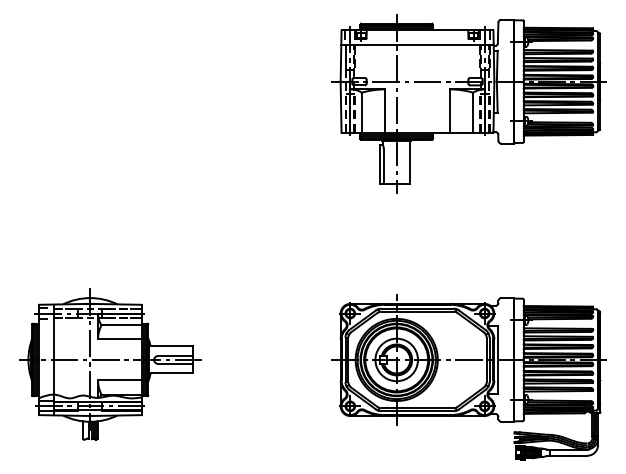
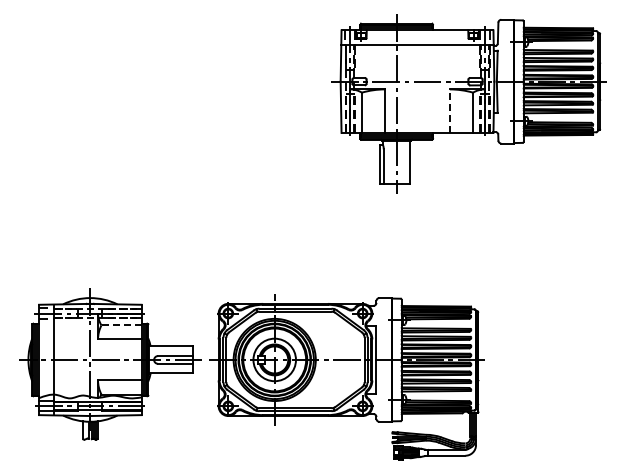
line at (449, 111): solid -> dashed
line at (121, 325): solid -> dashed
part at (468, 377) position: (468, 377) -> (346, 377)
